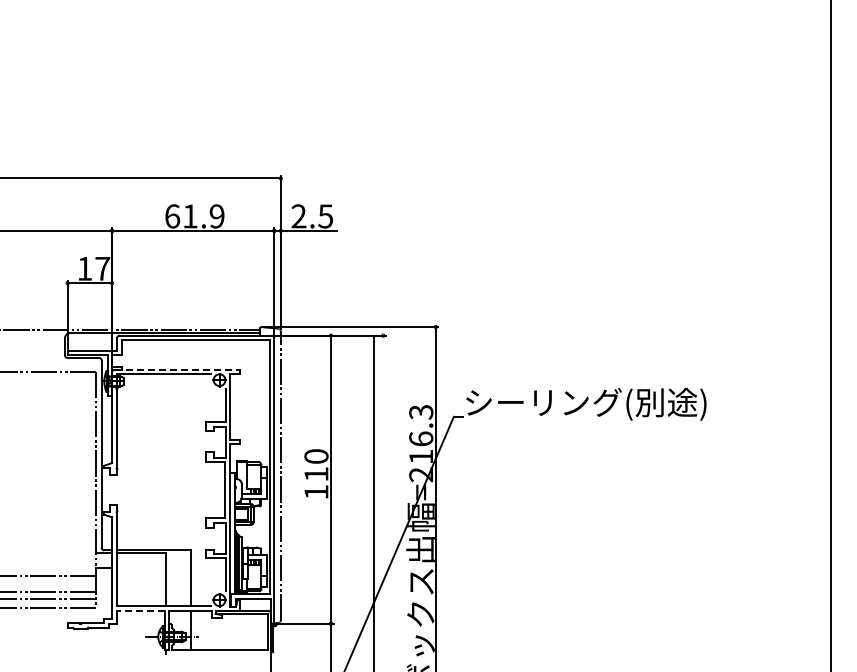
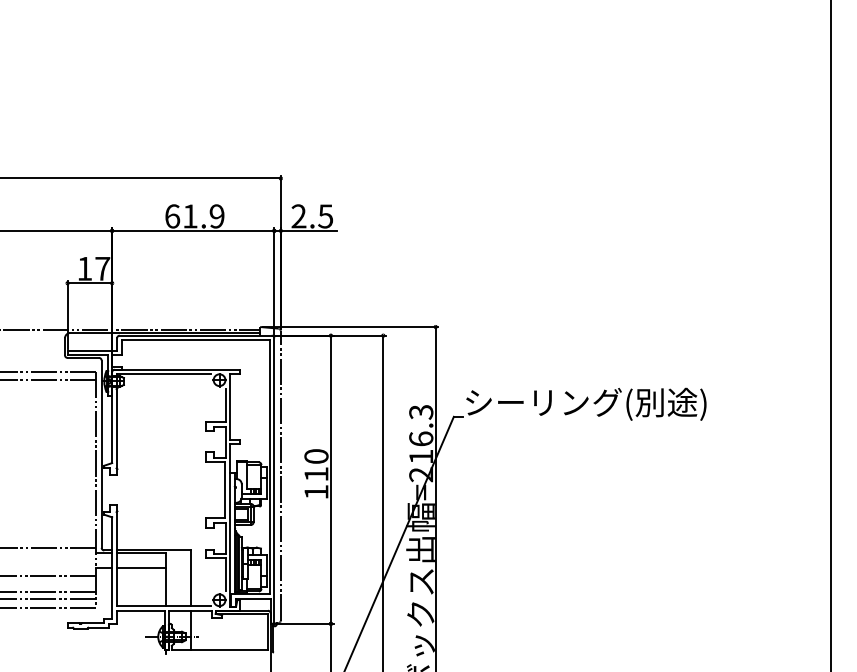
line at (177, 369): dashed -> solid
line at (48, 379): none -> present
line at (374, 501) position: (374, 501) -> (383, 501)
line at (48, 548): none -> present
line at (140, 567): none -> present
line at (140, 610): dashed -> solid
